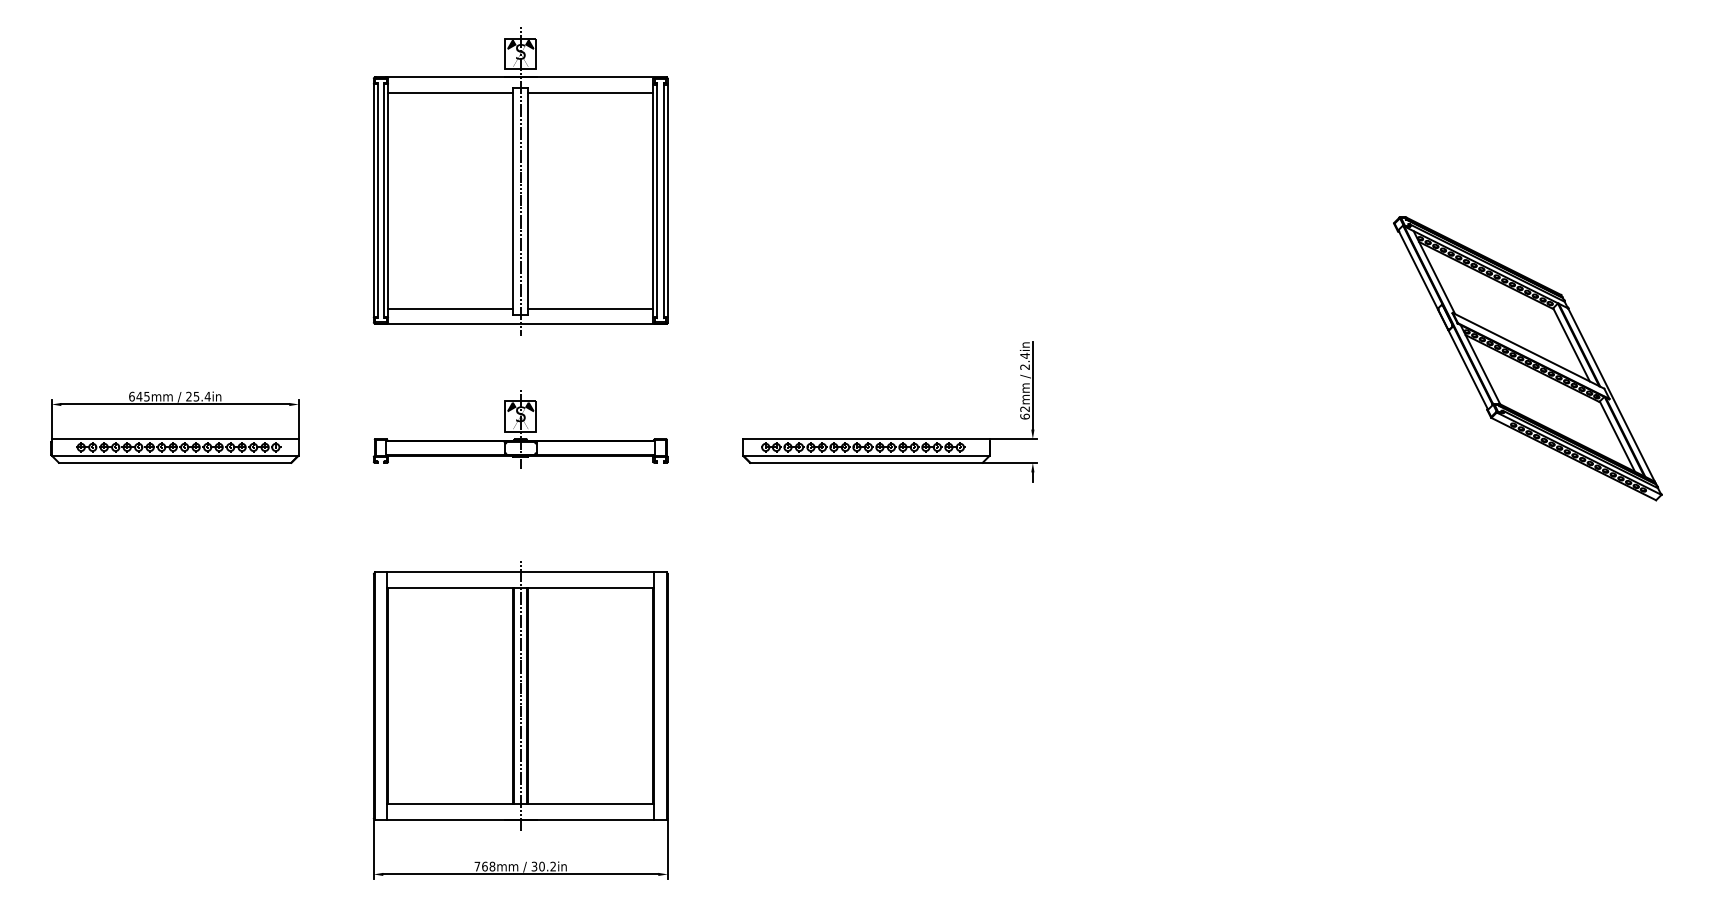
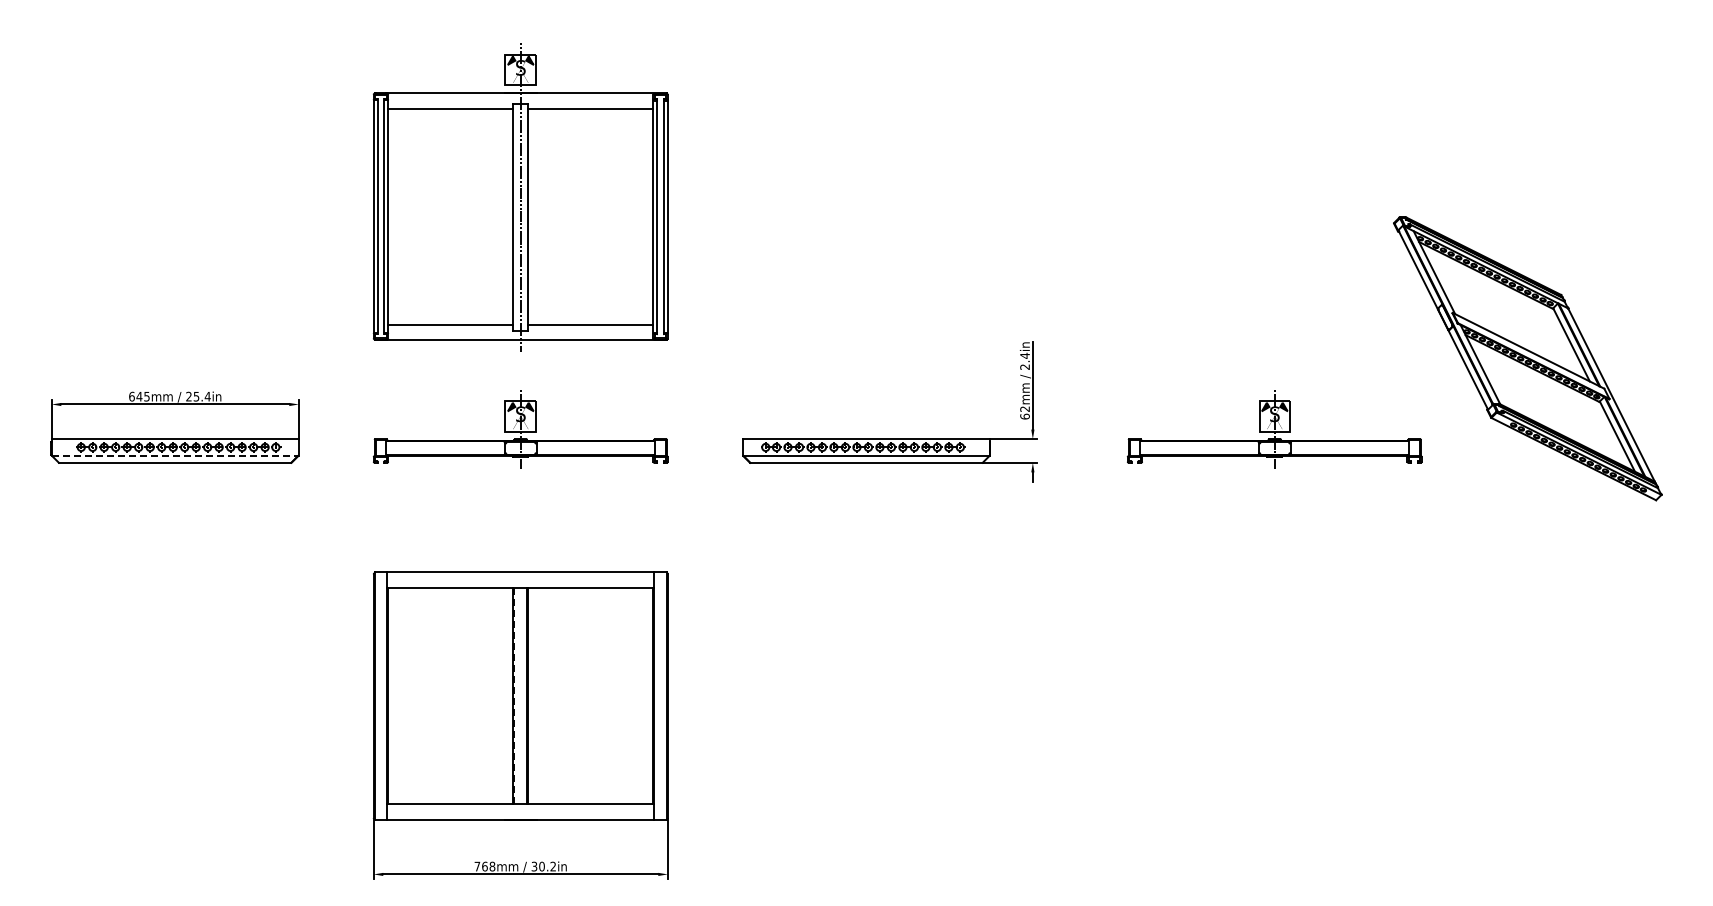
part at (520, 181) position: (520, 181) -> (520, 197)
part at (1274, 429): none -> present
line at (175, 456): solid -> dashed
line at (514, 695): solid -> dashed
line at (520, 696): present -> none
